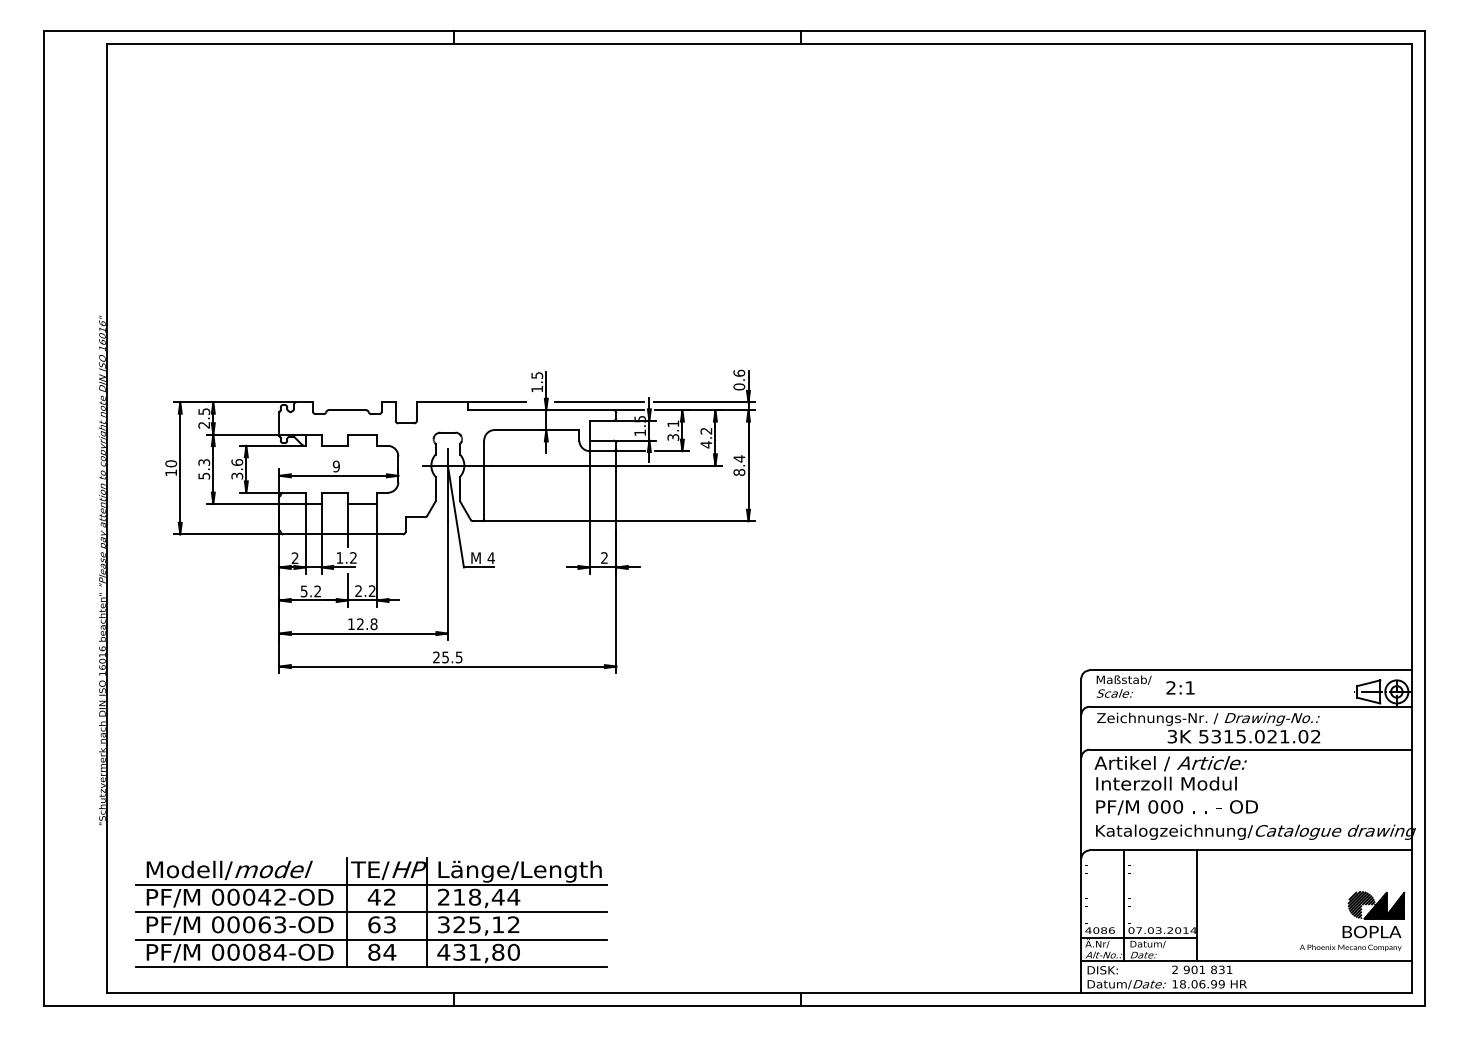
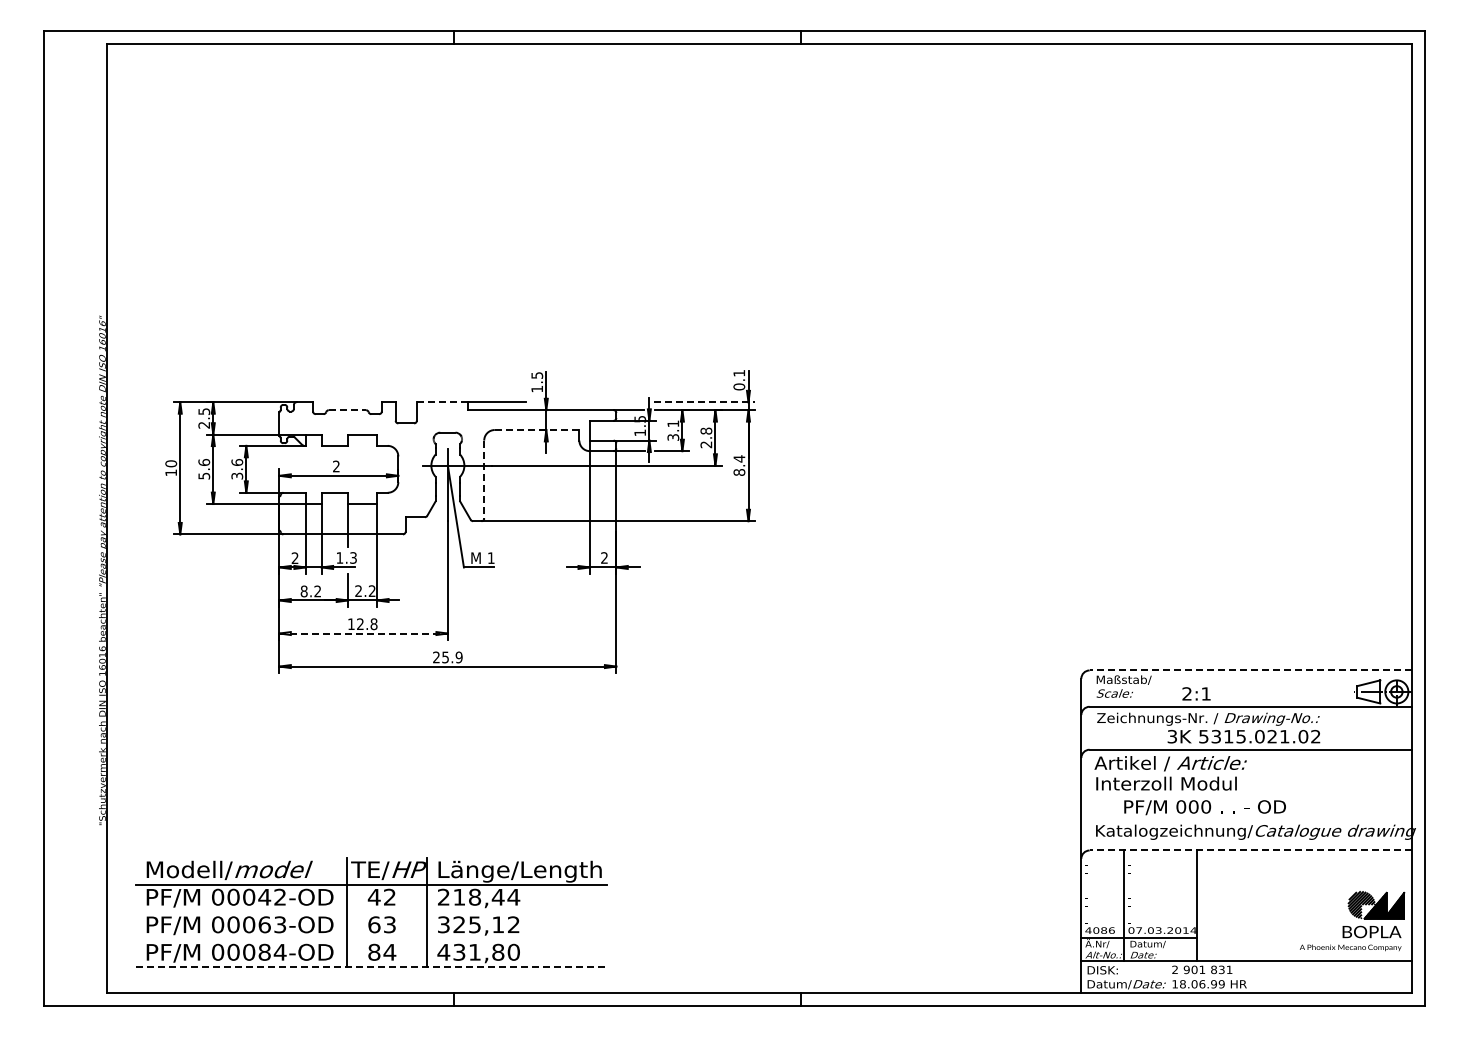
text at (739, 372): 0.6 -> 0.1
line at (442, 402): solid -> dashed
line at (599, 402): present -> none
line at (705, 402): solid -> dashed
line at (347, 410): solid -> dashed
line at (536, 430): solid -> dashed
text at (706, 437): 4.2 -> 2.8
text at (204, 462): 5.3 -> 5.6
text at (335, 466): 9 -> 2
line at (484, 479): solid -> dashed
text at (353, 557): 1.2 -> 1.3
text at (490, 557): 4 -> 1
text at (303, 591): 5.2 -> 8.2
line at (364, 633): solid -> dashed
text at (458, 656): 25.5 -> 25.9
line at (1250, 670): solid -> dashed
text at (1180, 687) position: (1180, 687) -> (1196, 693)
text at (1176, 807) position: (1176, 807) -> (1204, 807)
line at (1250, 850): solid -> dashed
line at (370, 912): present -> none
line at (370, 939): present -> none
line at (371, 967): solid -> dashed
